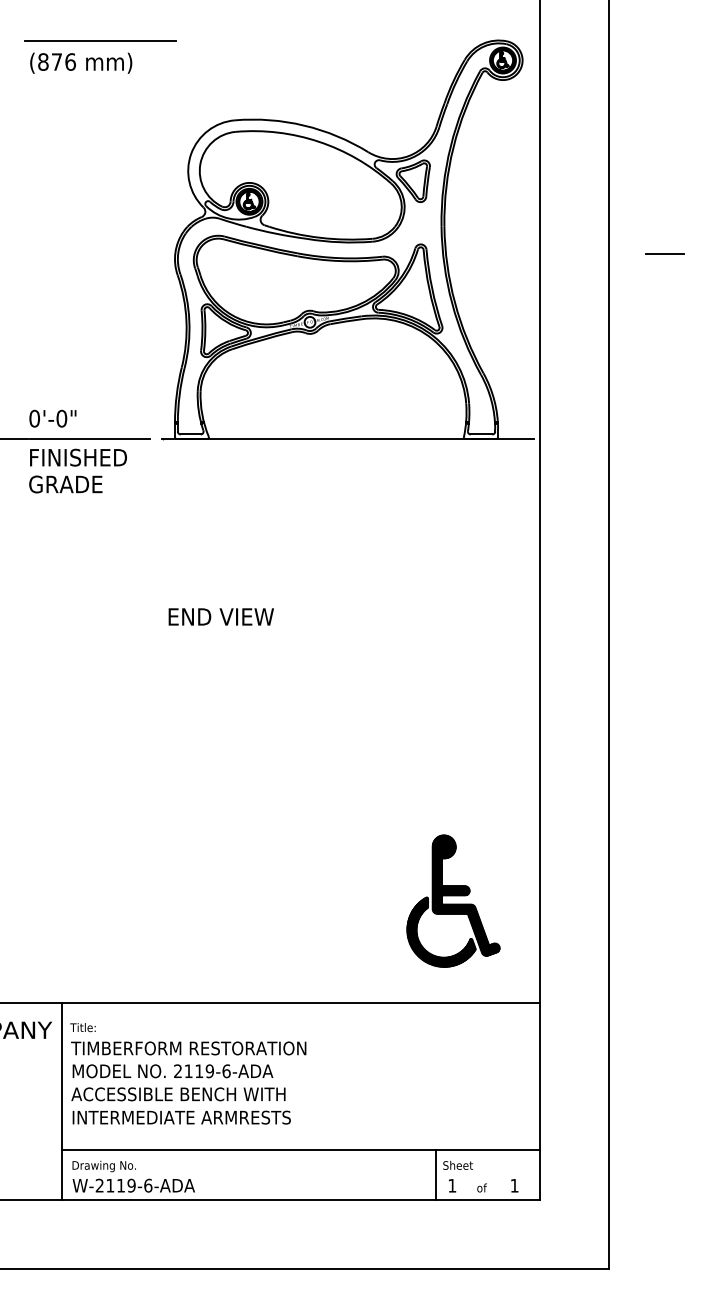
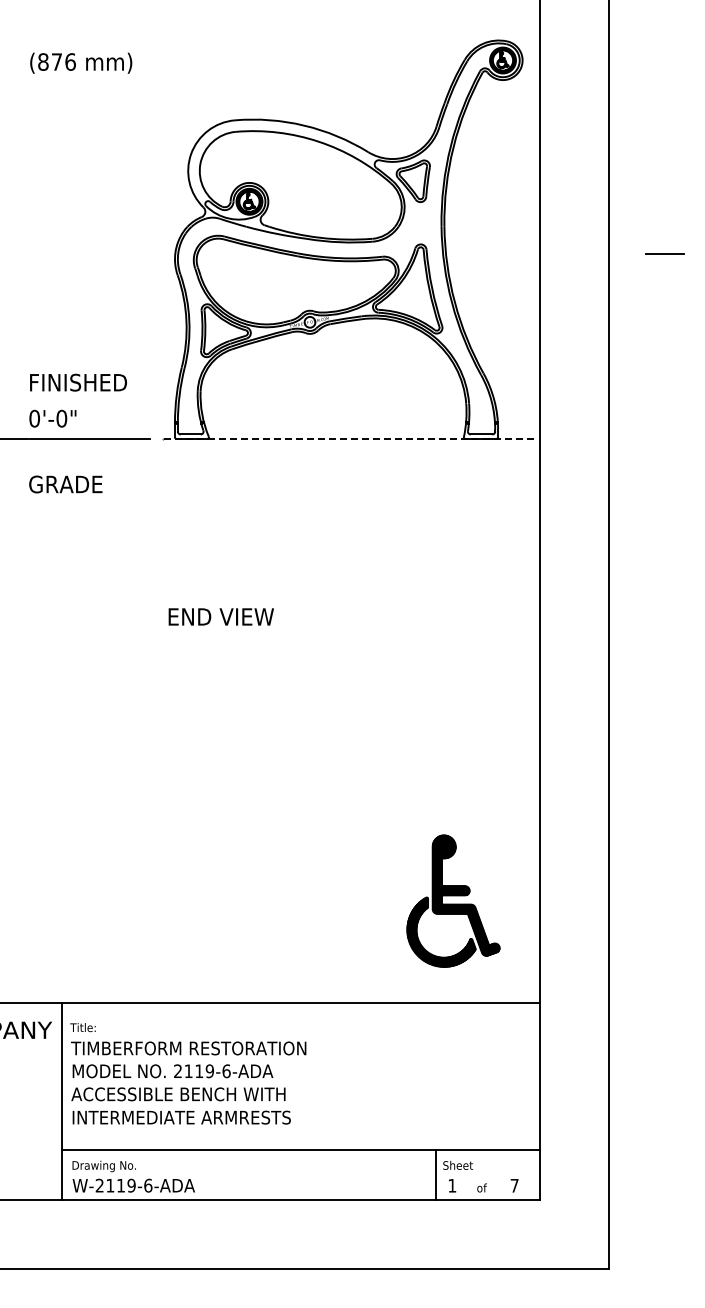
line at (100, 40): present -> none
line at (347, 438): solid -> dashed
text at (78, 457) position: (78, 457) -> (78, 382)
text at (514, 1185): 1 -> 7
